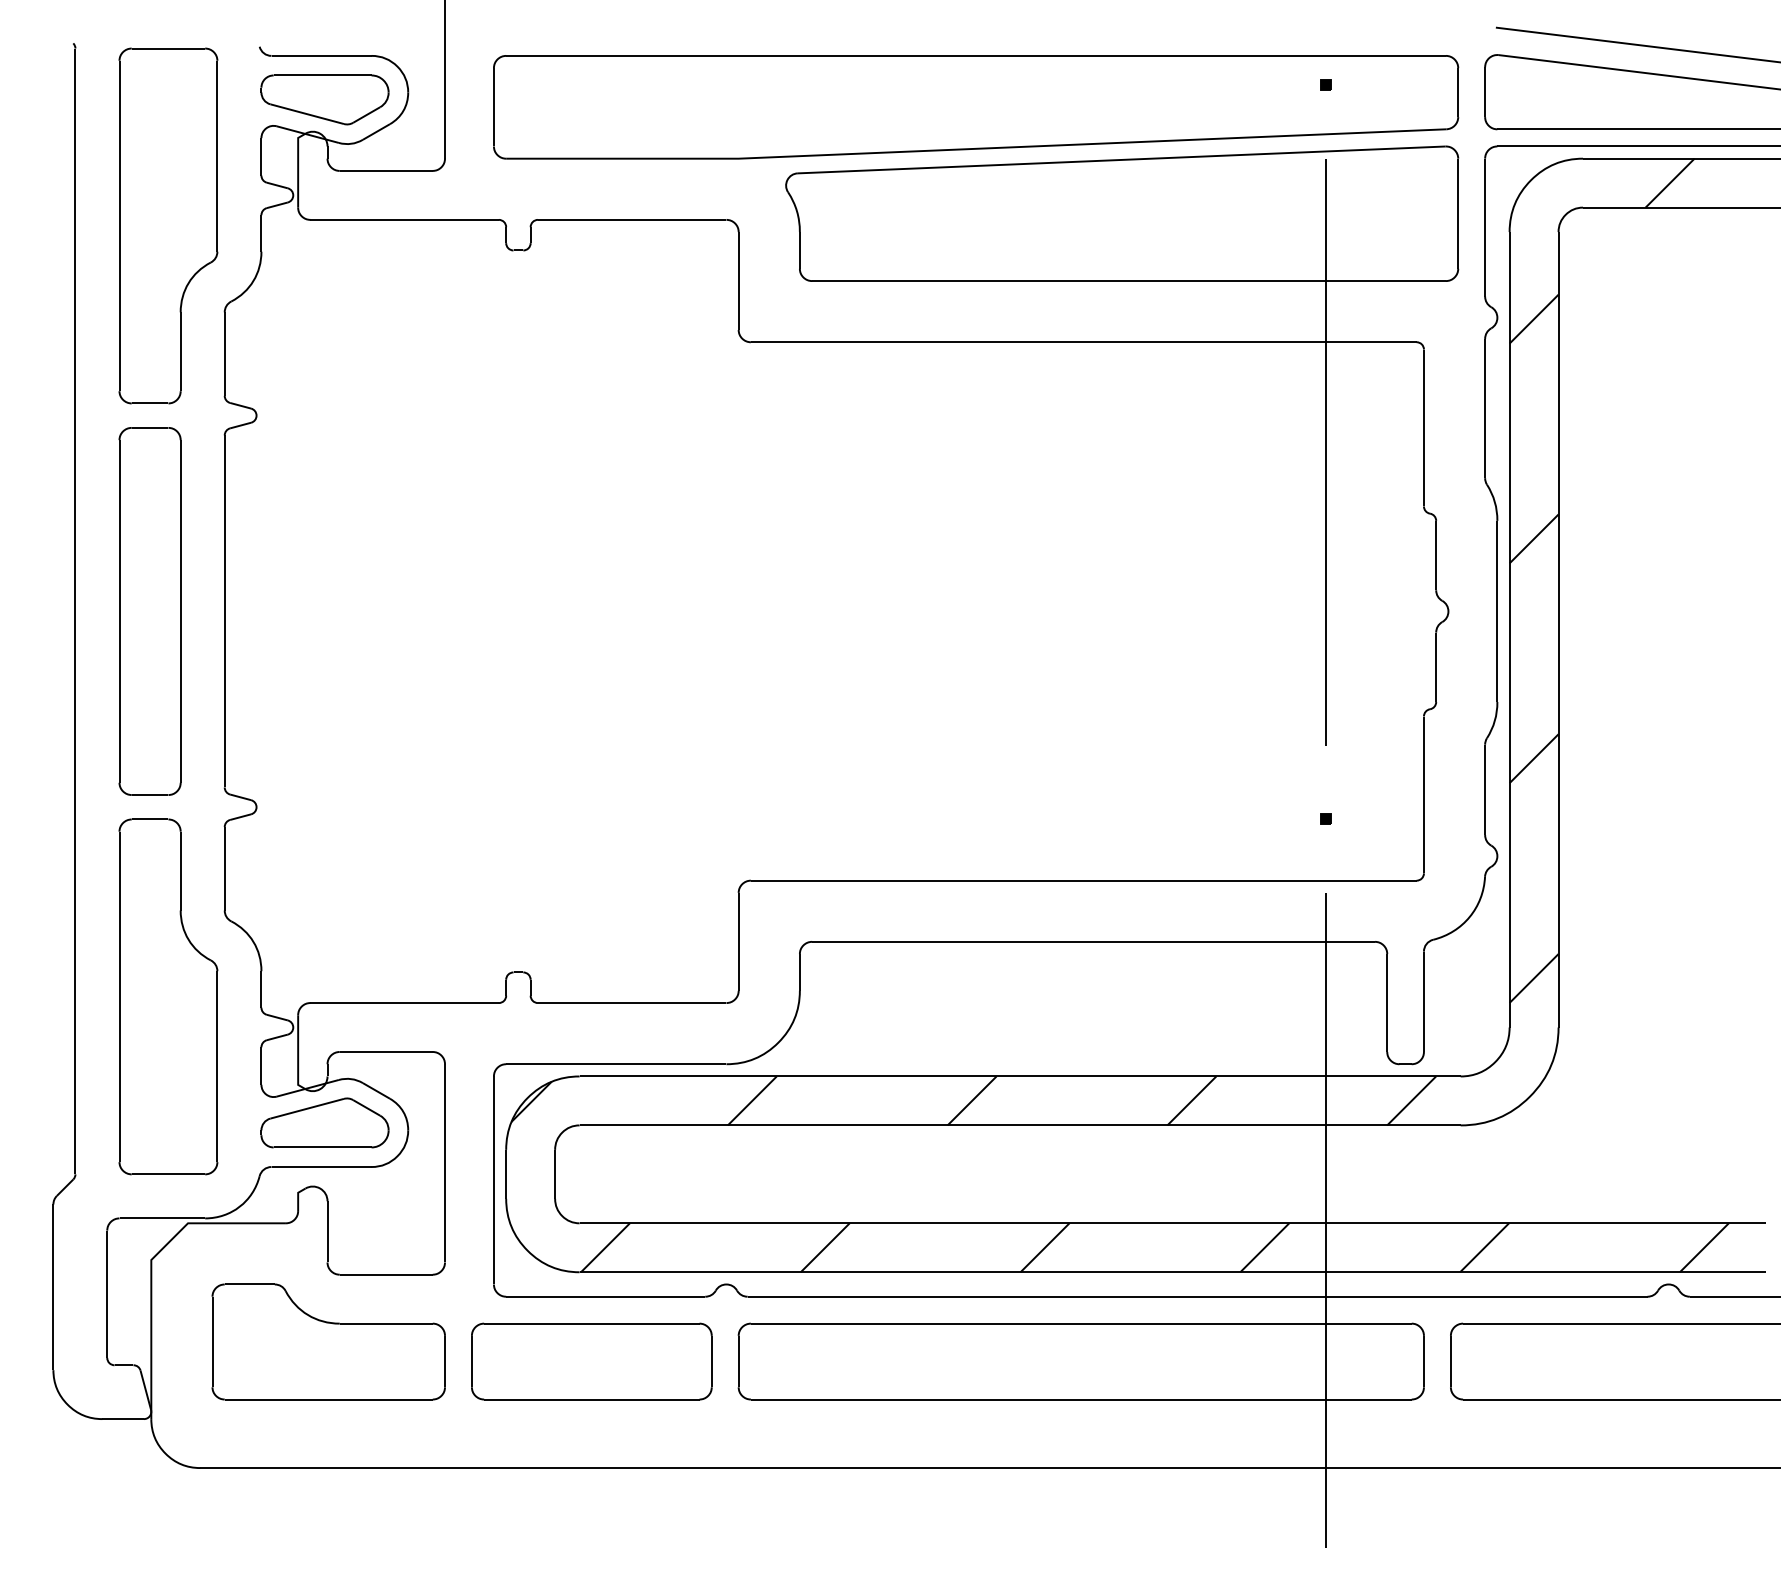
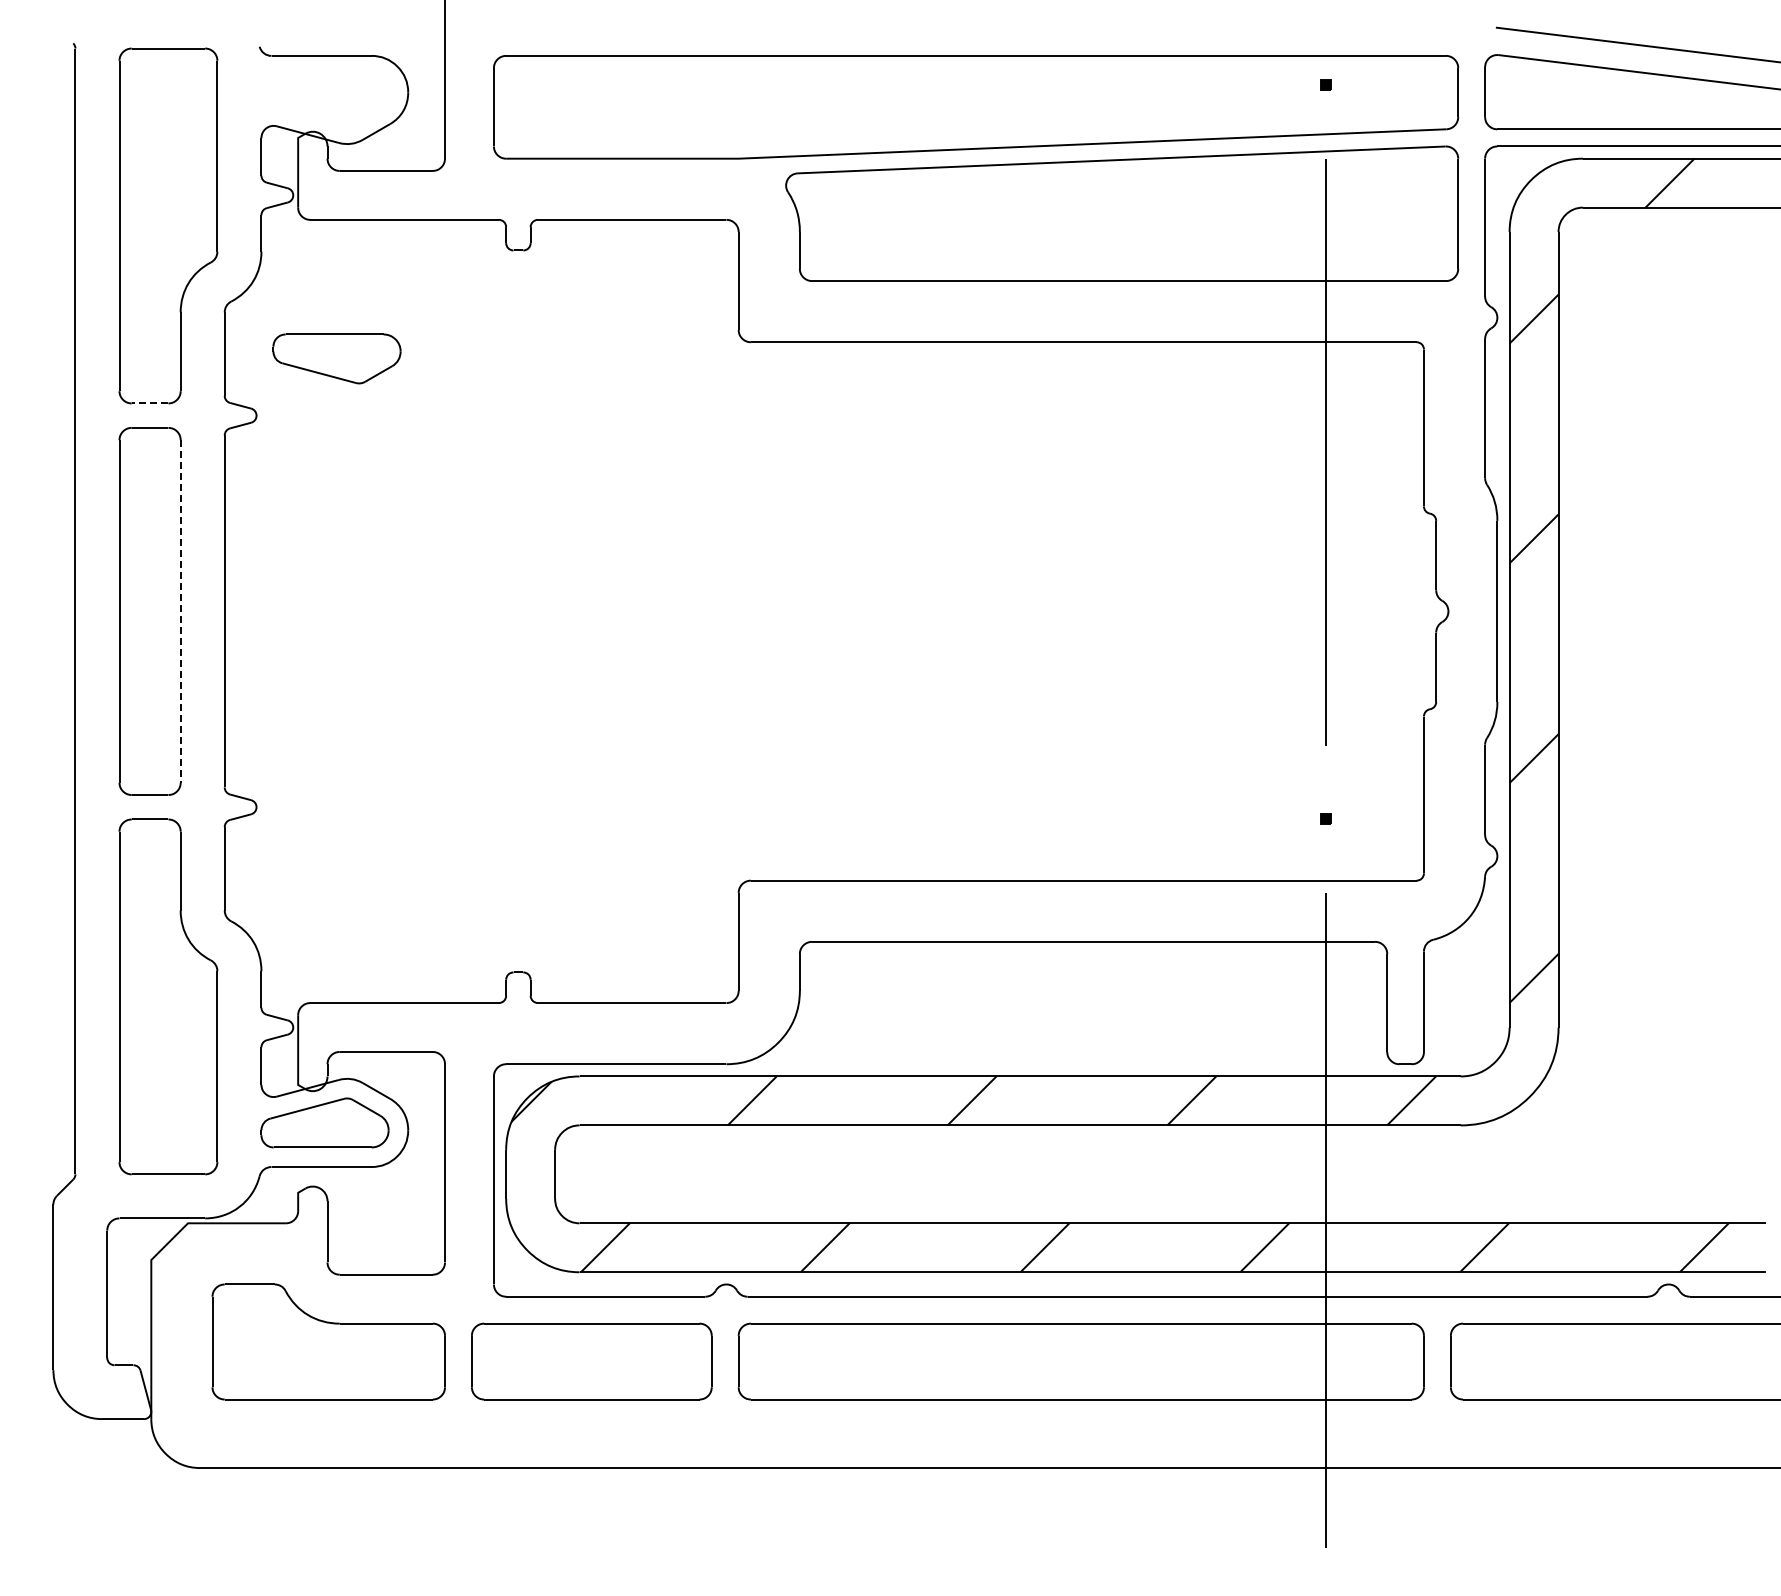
part at (324, 99) position: (324, 99) -> (336, 358)
line at (149, 403): solid -> dashed
line at (180, 611): solid -> dashed
